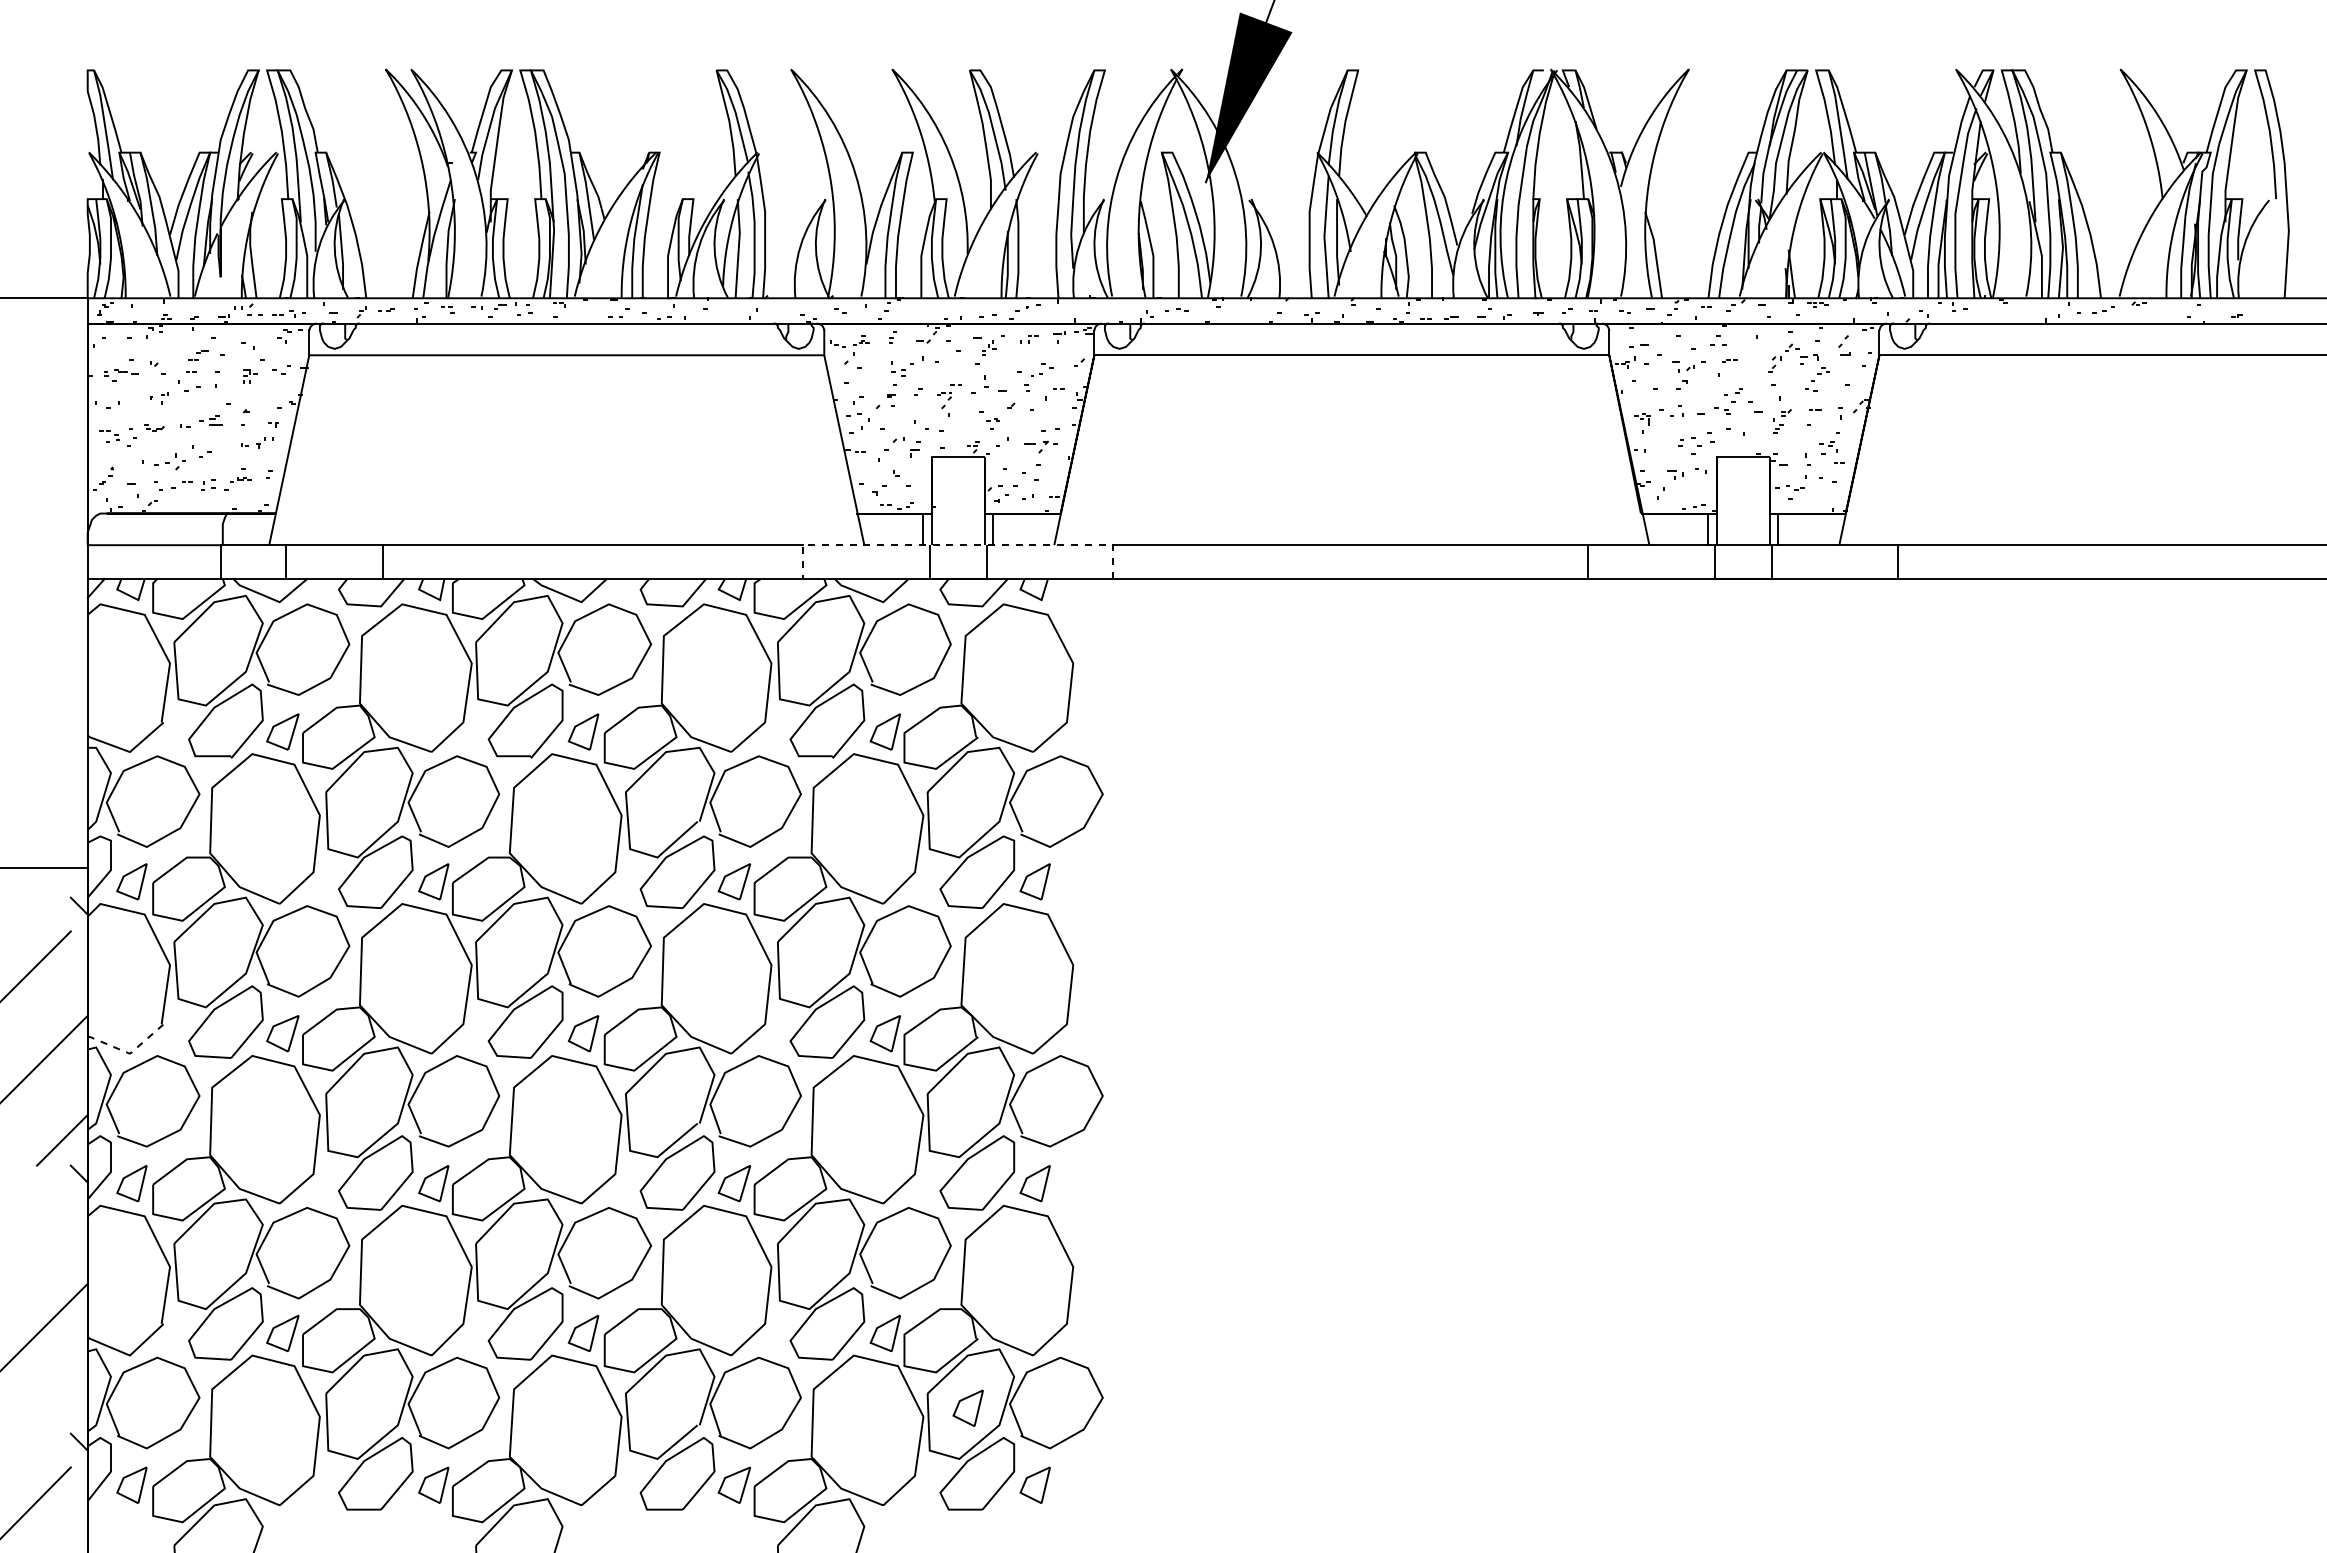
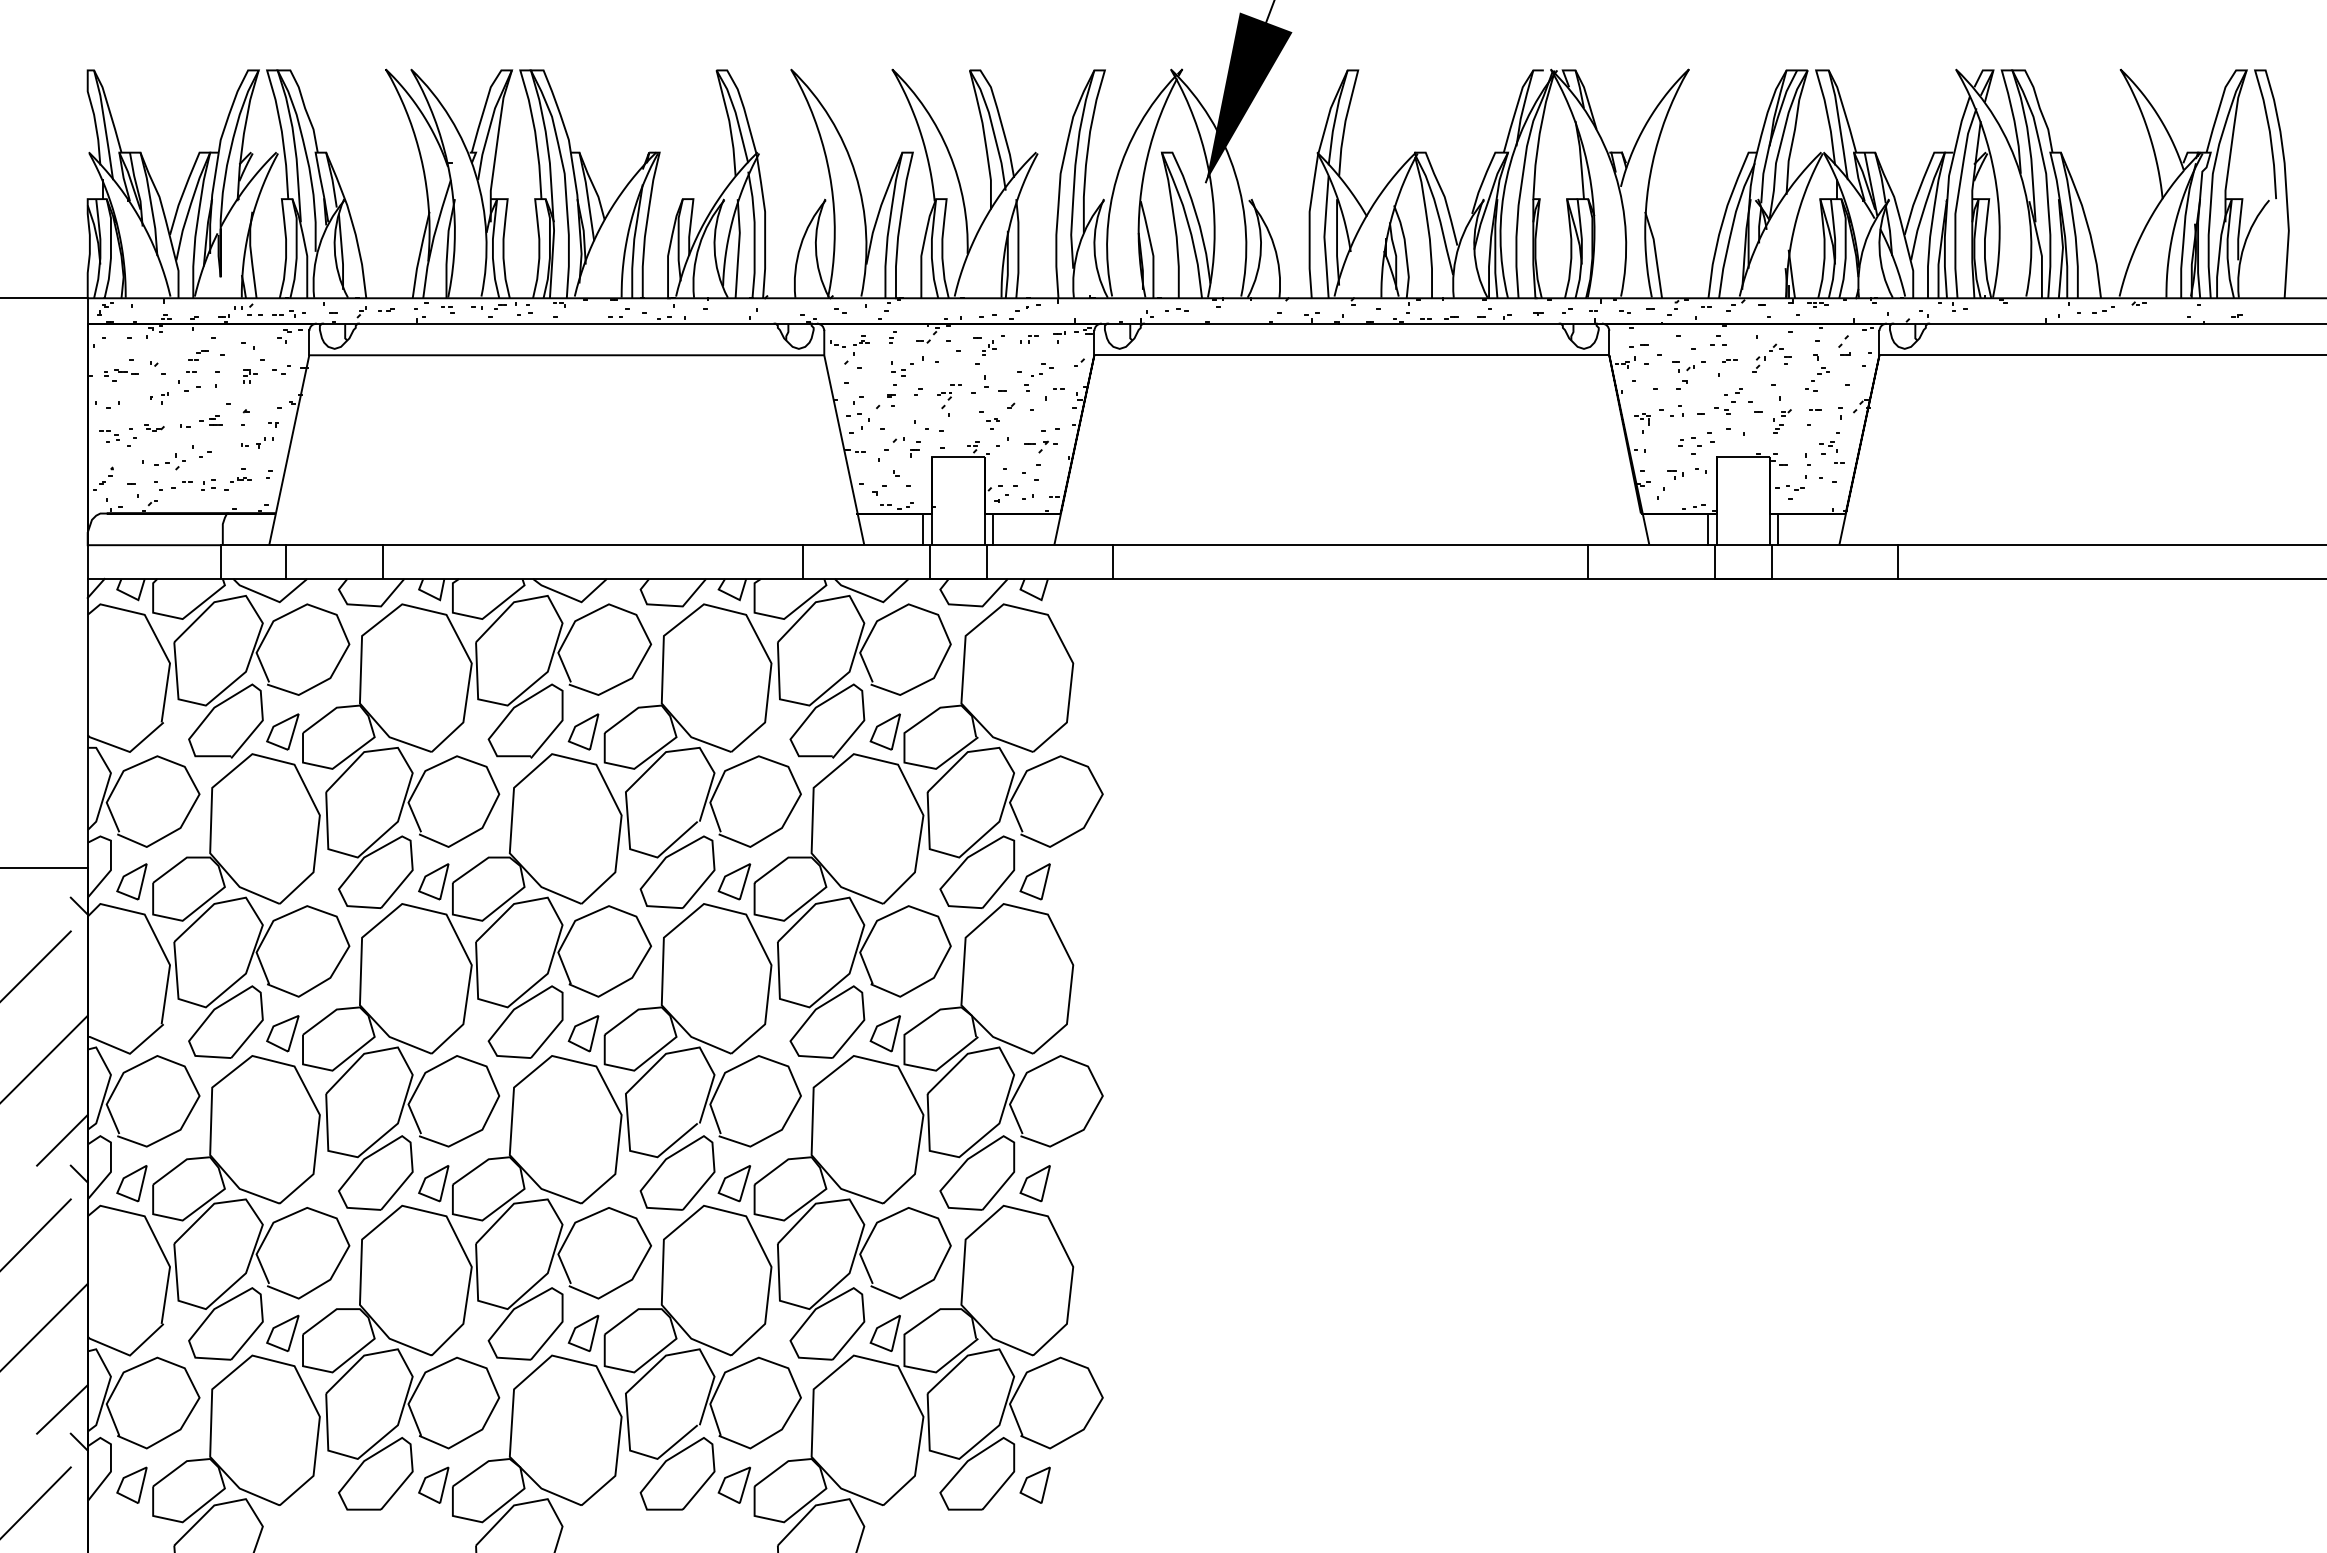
part at (1787, 357) position: (1787, 357) -> (1771, 357)
line at (957, 545): dashed -> solid
line at (129, 1053): dashed -> solid
line at (36, 1233): none -> present
part at (967, 1407): present -> none
line at (62, 1409): none -> present
